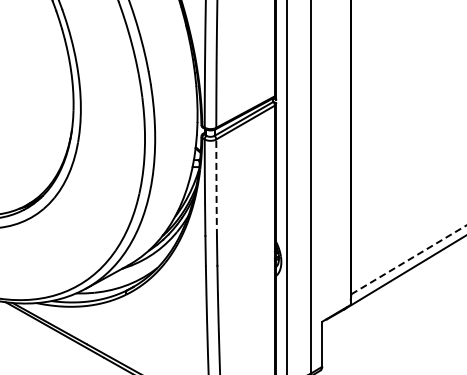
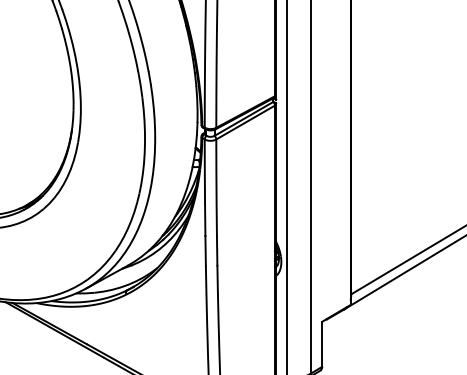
line at (216, 187): dashed -> solid
line at (408, 259): dashed -> solid
